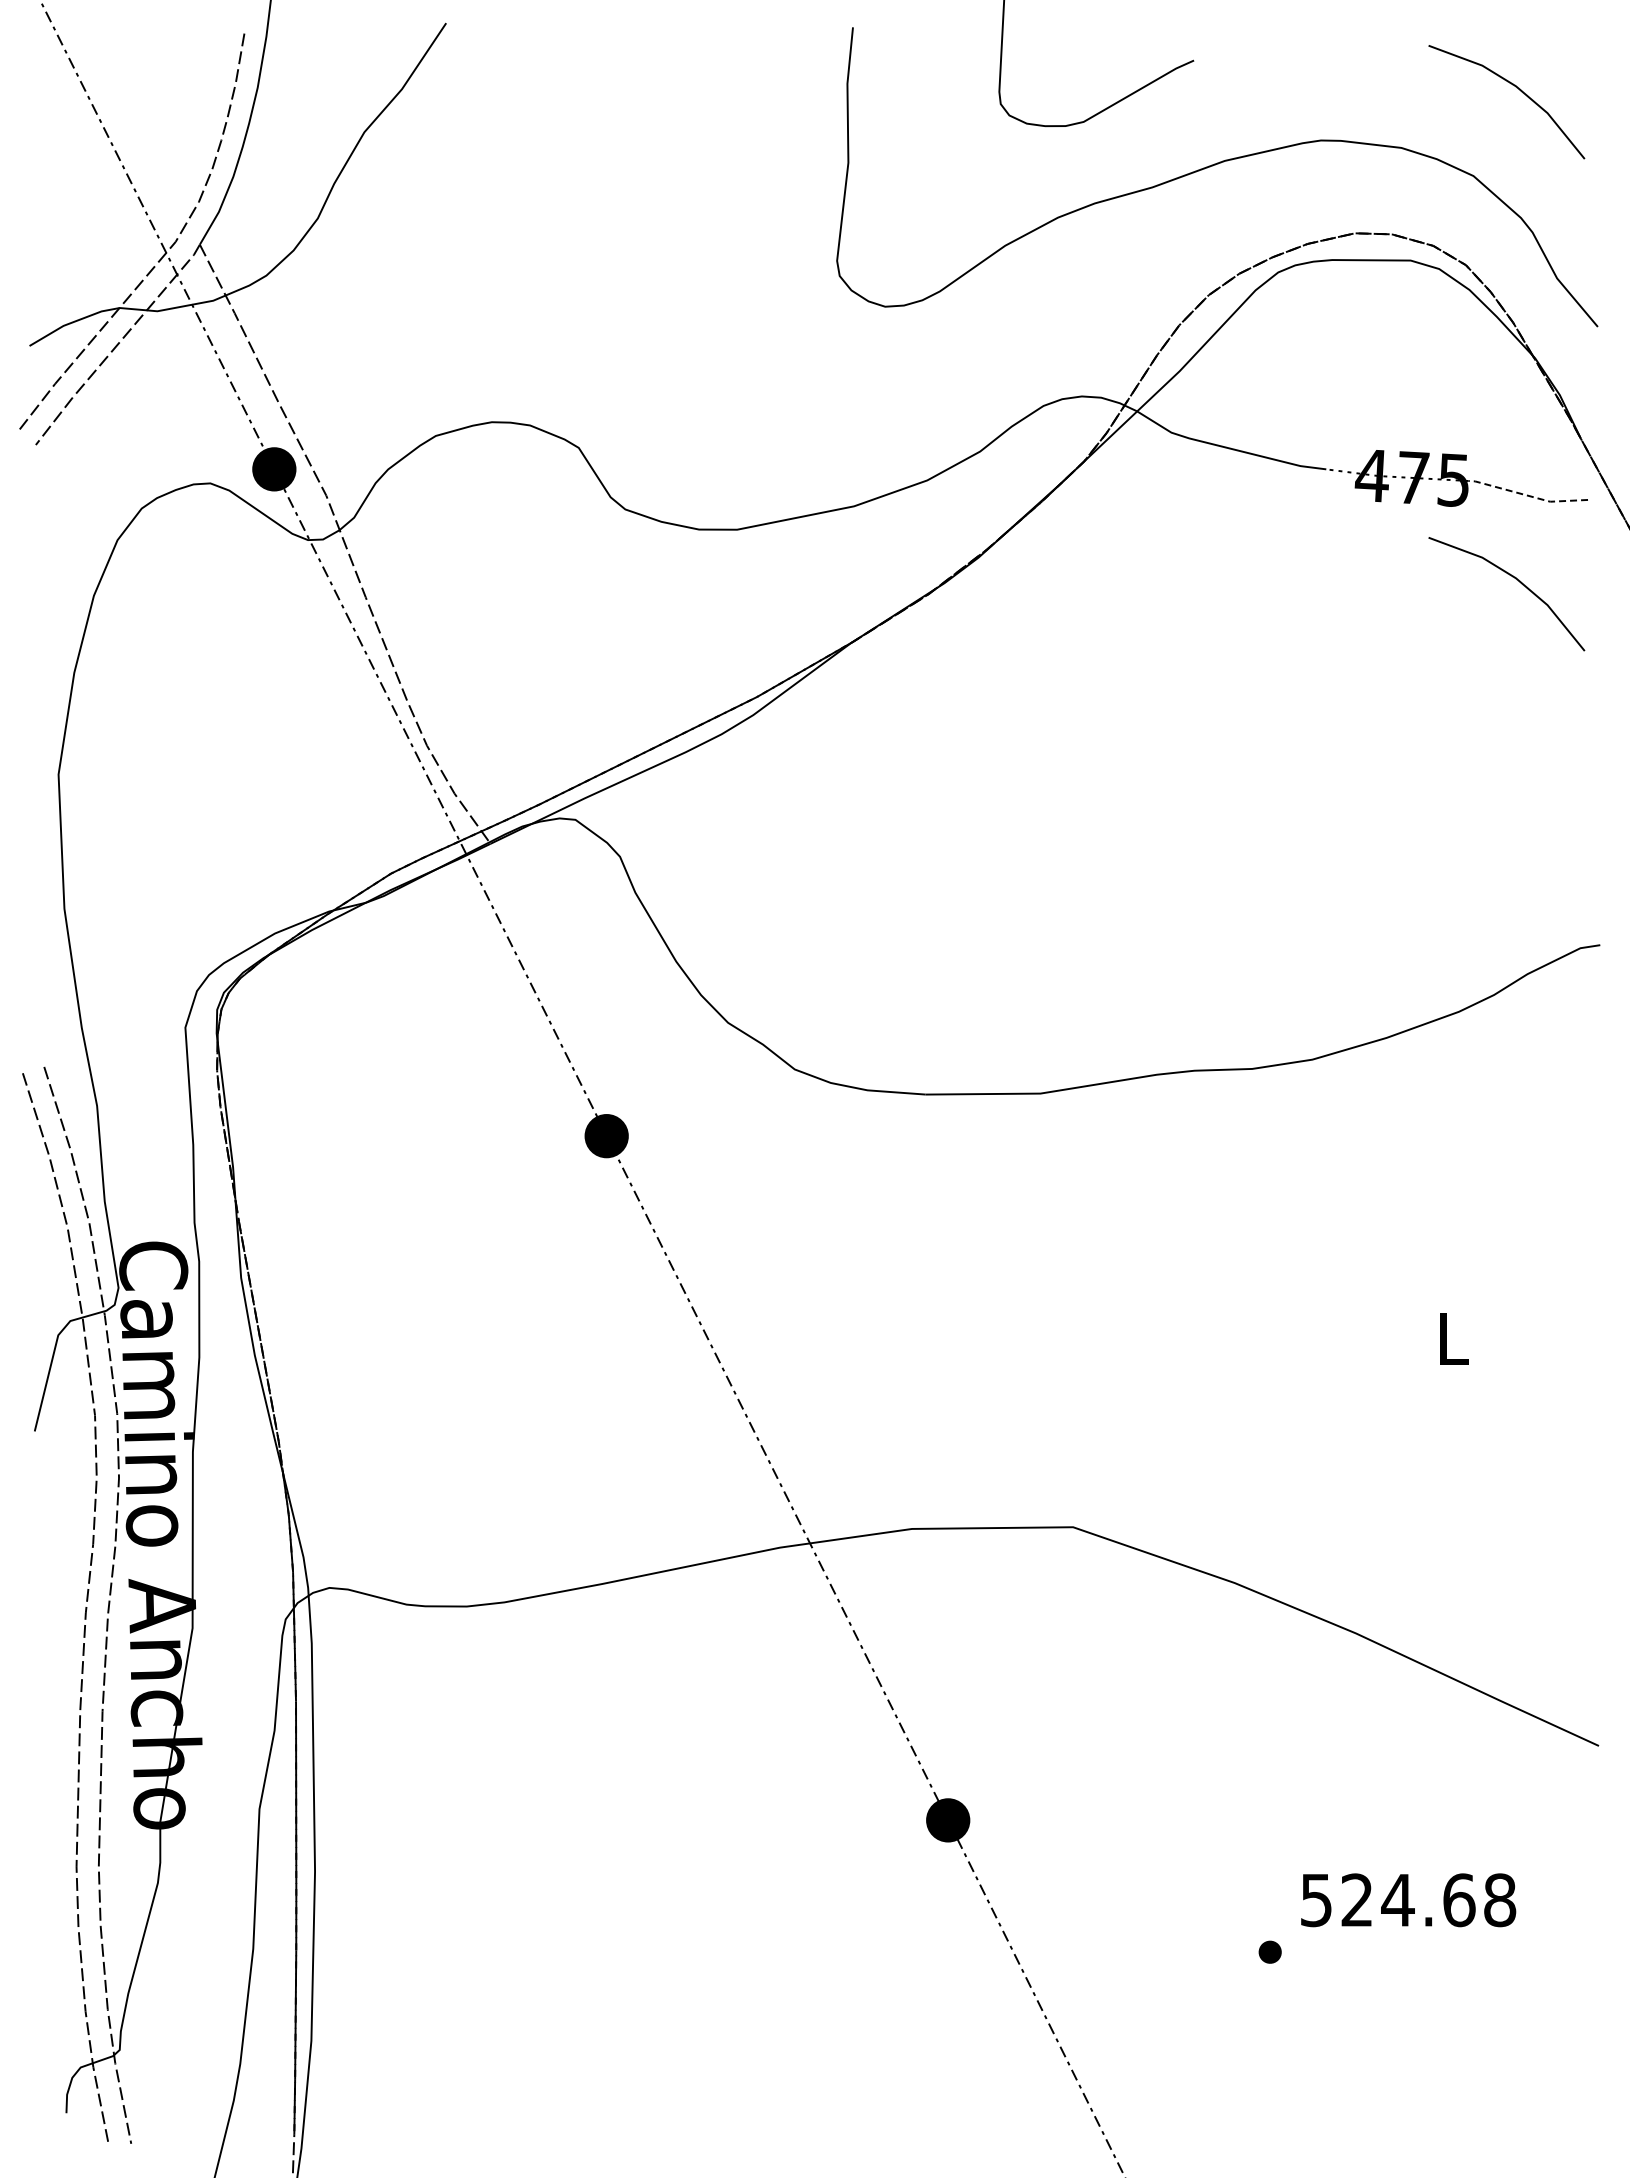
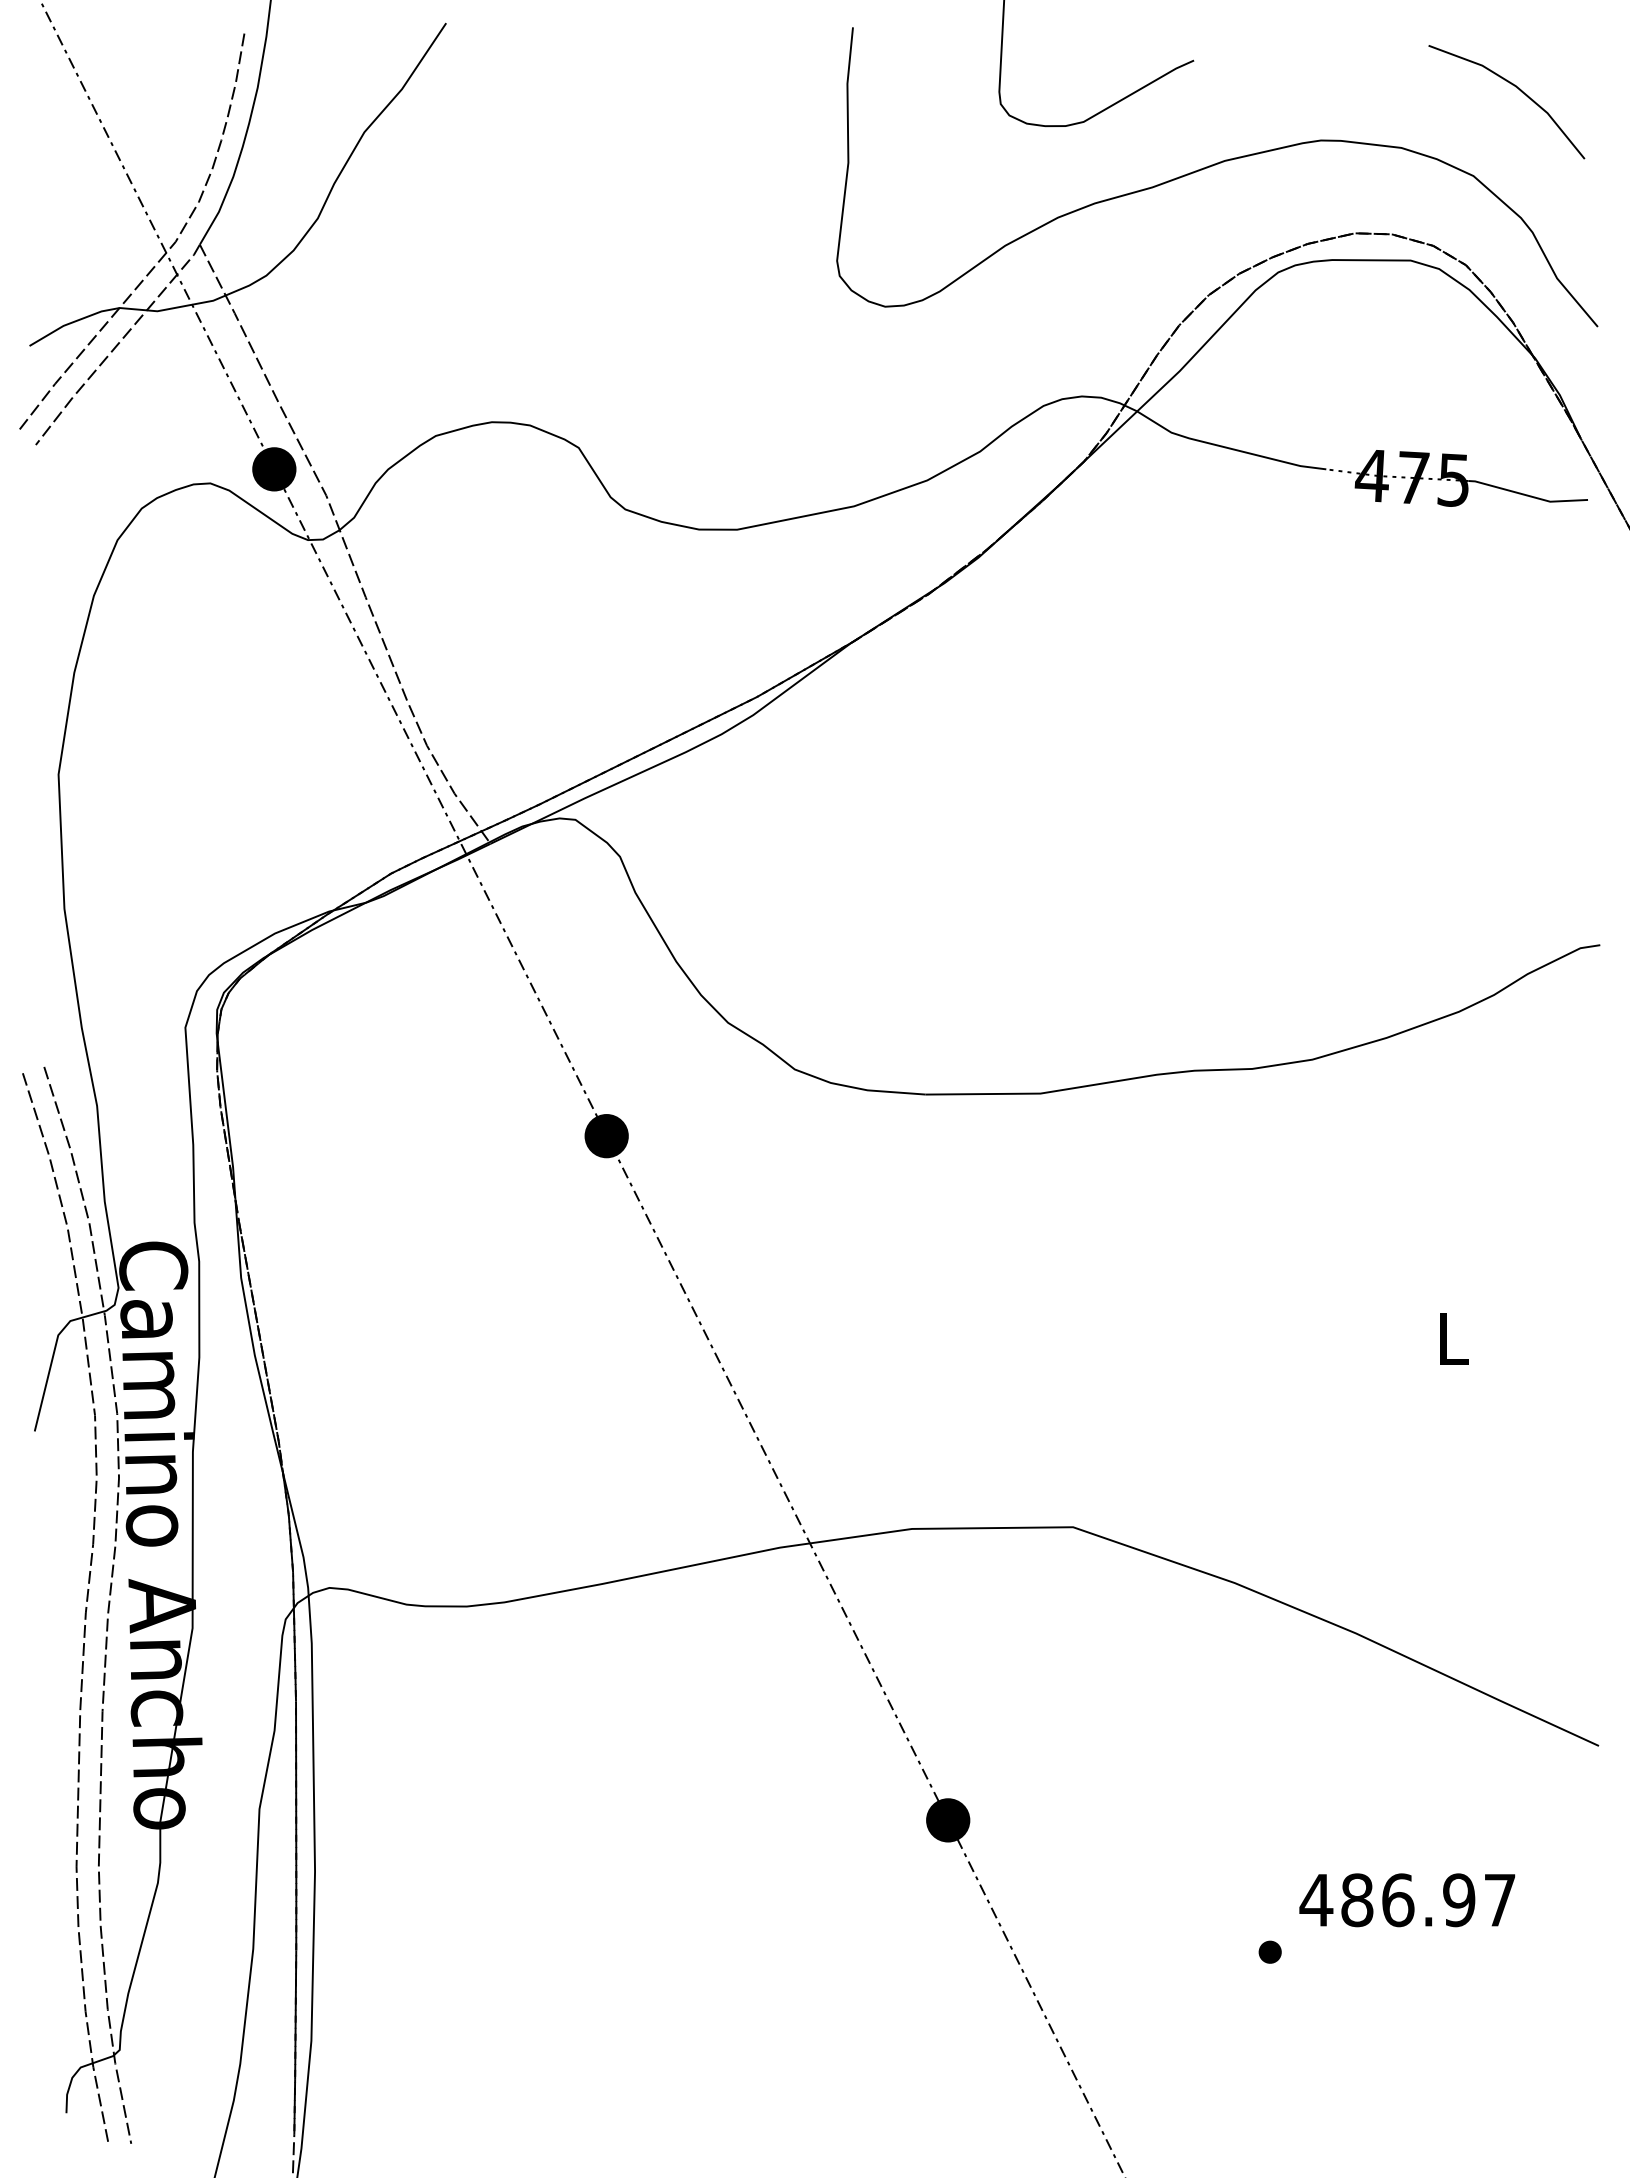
line at (1527, 495): dashed -> solid
line at (1515, 579): present -> none
text at (1407, 1900): 524.68 -> 486.97
